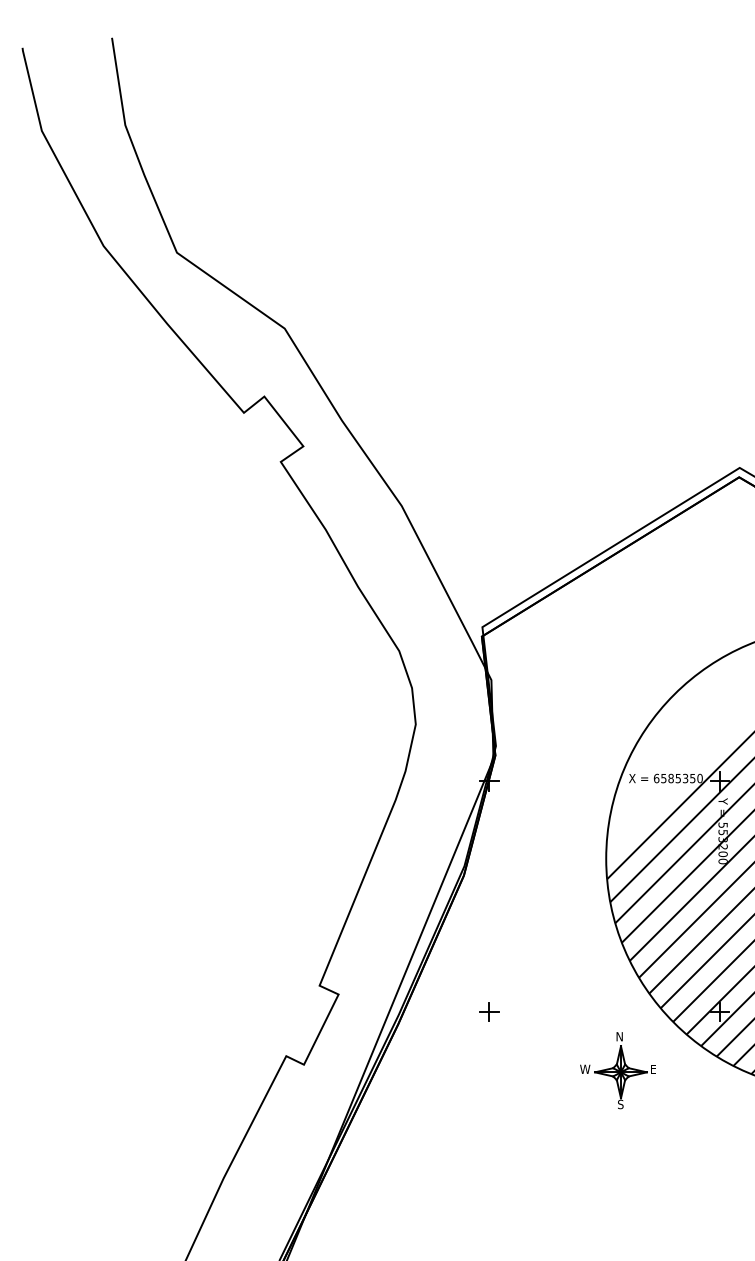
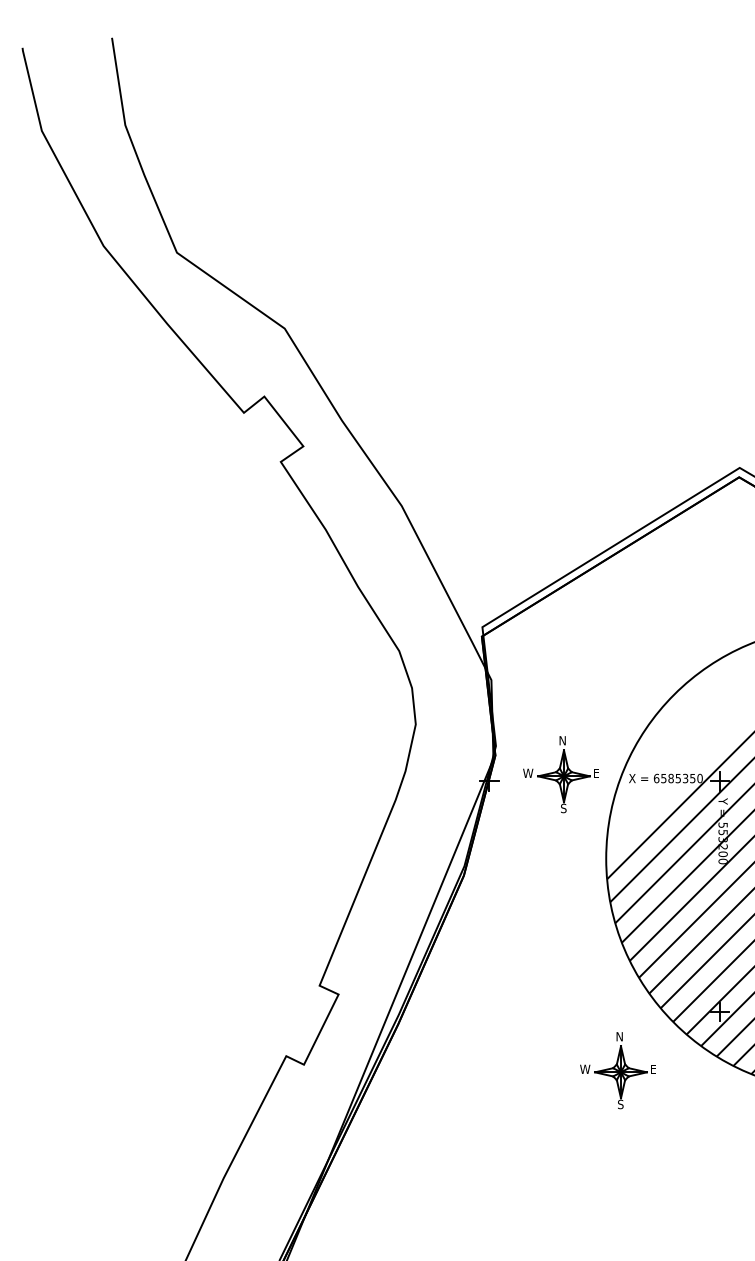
part at (560, 774): none -> present
part at (489, 1011): present -> none
